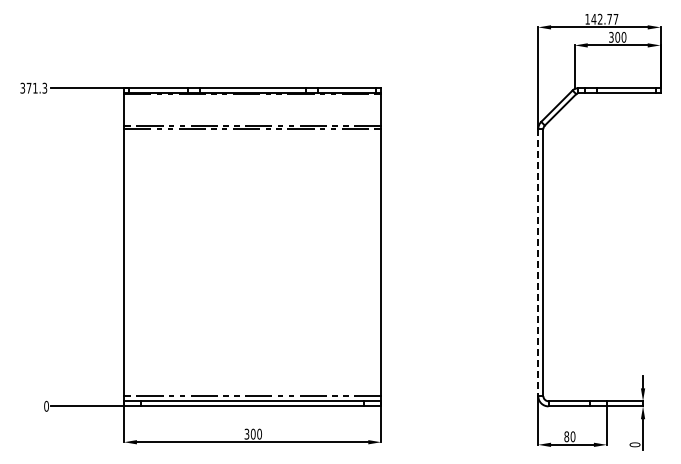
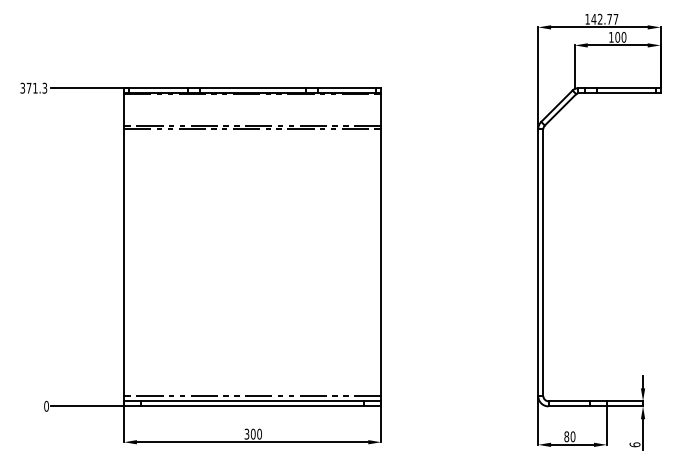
text at (611, 37): 300 -> 100
line at (538, 263): dashed -> solid
text at (634, 444): 0 -> 6
